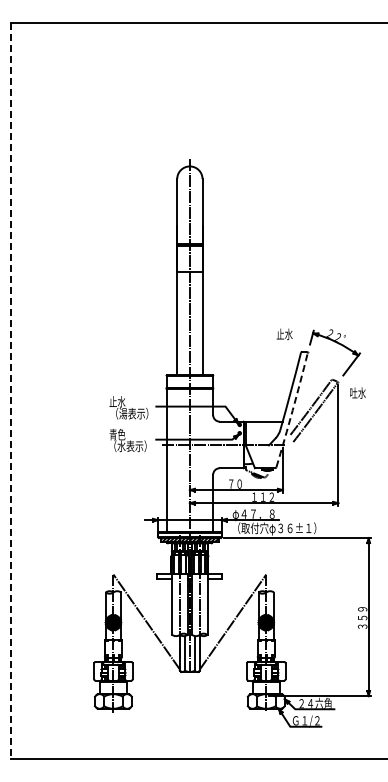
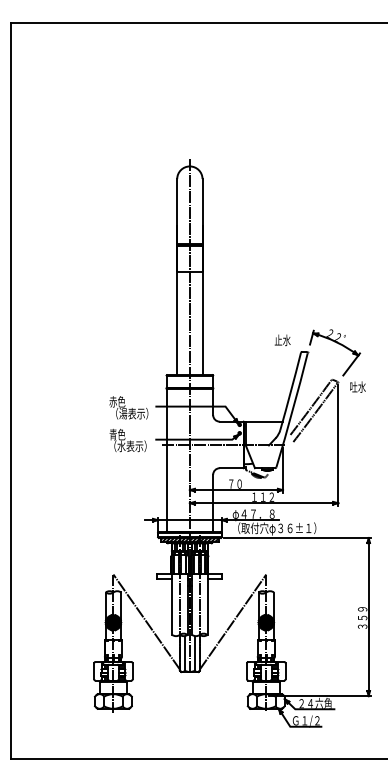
text at (284, 334) position: (284, 334) -> (282, 340)
line at (11, 391): dashed -> solid
text at (357, 392) position: (357, 392) -> (357, 386)
text at (117, 401): 止水 -> 赤色
arc at (292, 410): dashed -> solid
